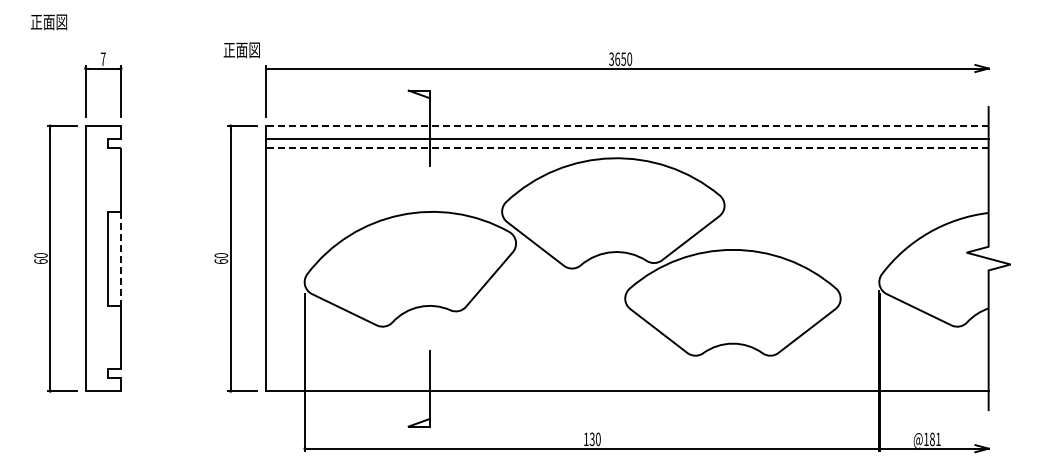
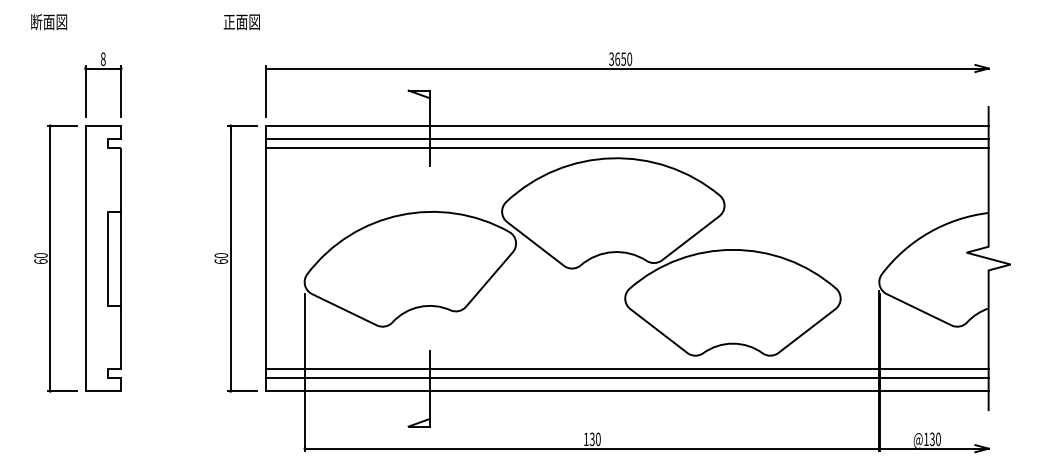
text at (36, 21): 正面図 -> 断面図
text at (241, 50) position: (241, 50) -> (241, 22)
text at (102, 58): 7 -> 8
line at (626, 125): dashed -> solid
line at (626, 148): dashed -> solid
line at (121, 258): dashed -> solid
line at (627, 369): none -> present
line at (627, 377): none -> present
text at (935, 439): @181 -> @130
